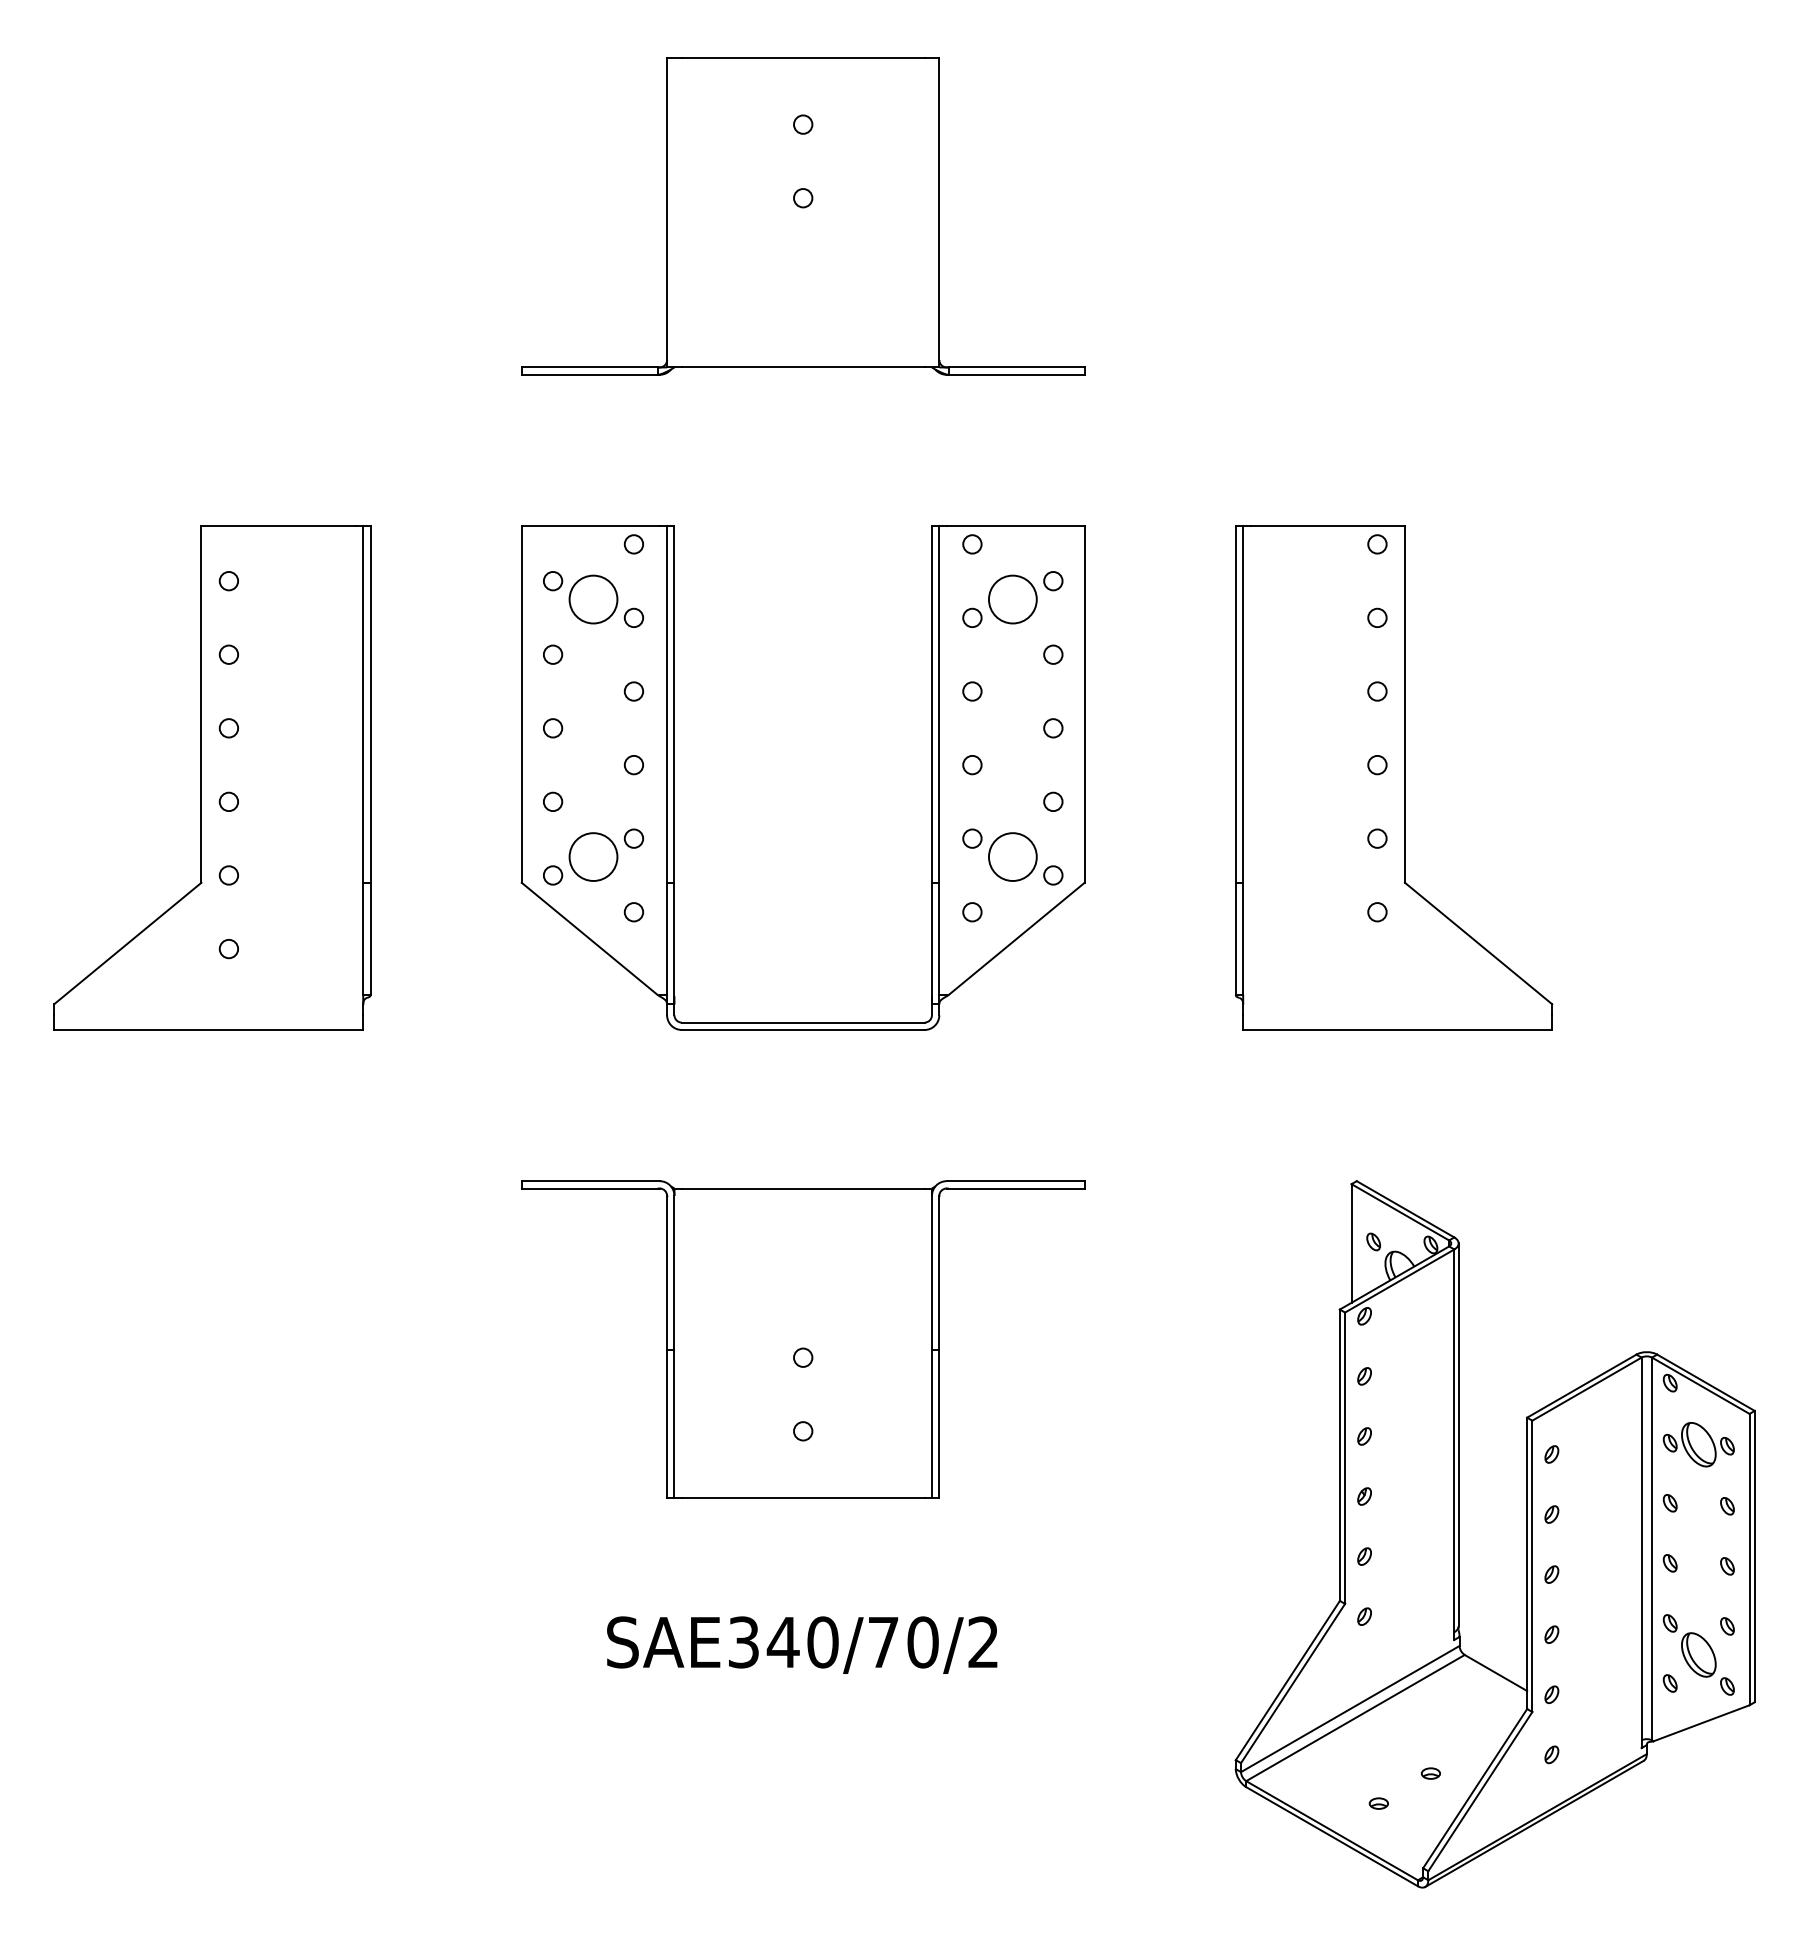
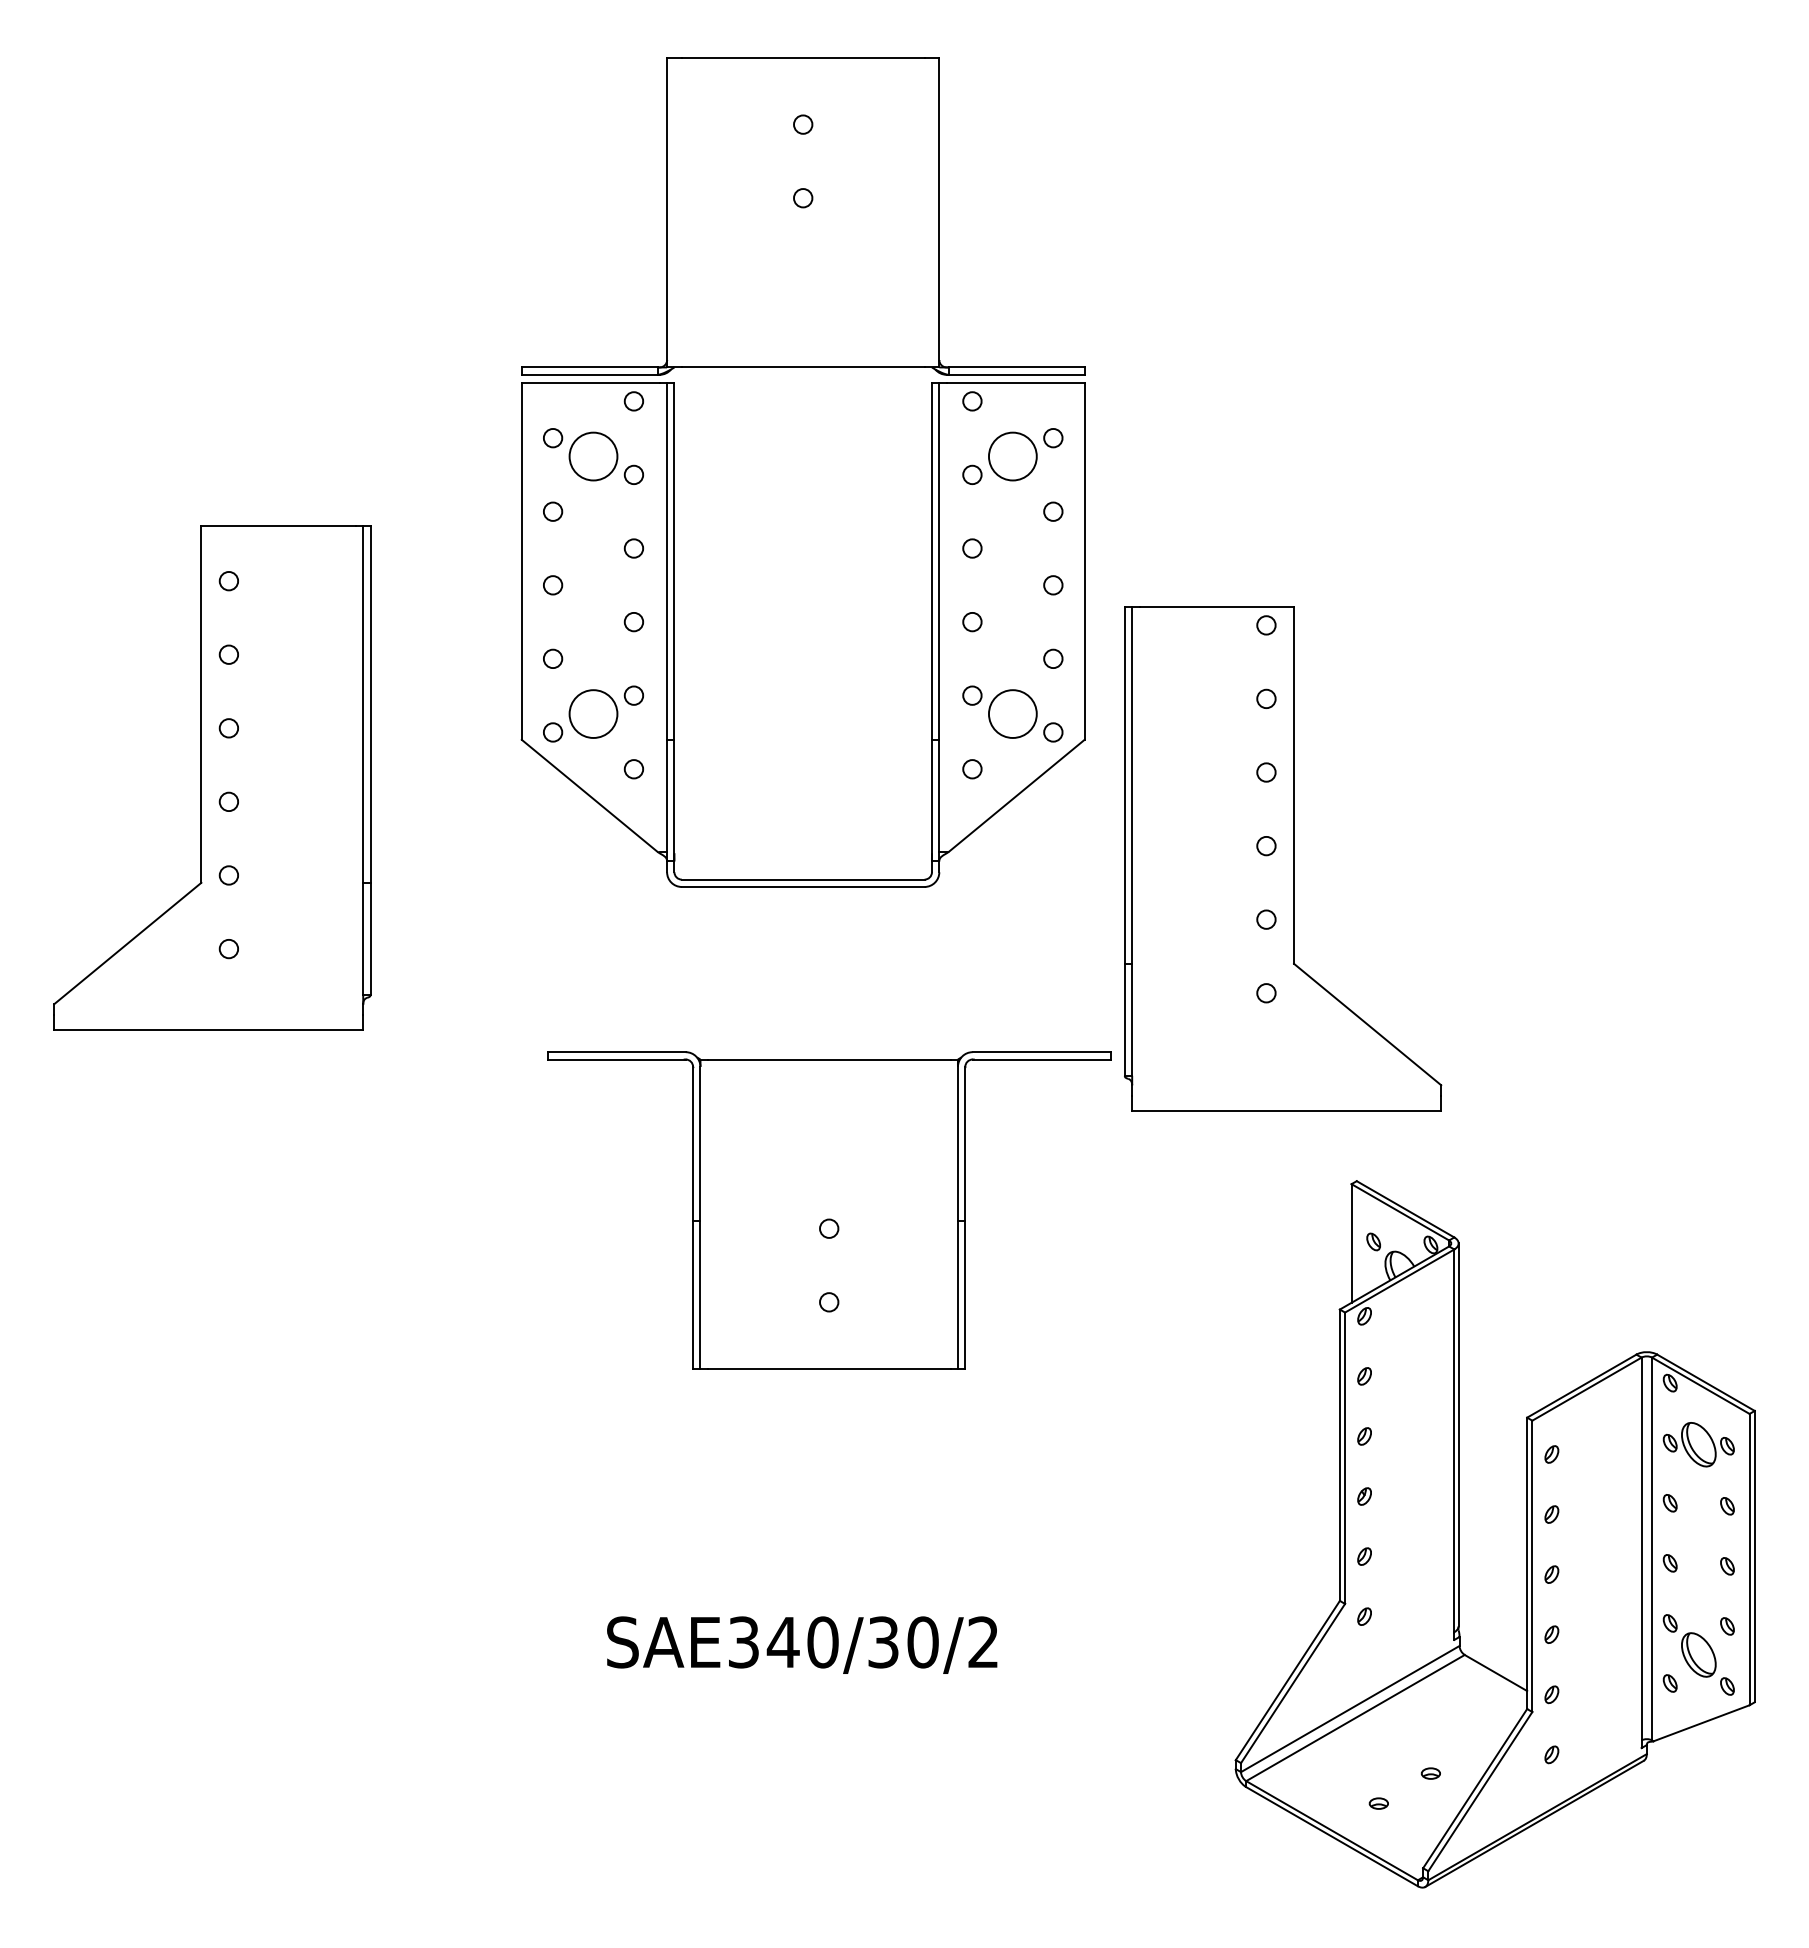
part at (674, 777) position: (674, 777) -> (674, 634)
part at (1394, 777) position: (1394, 777) -> (1283, 858)
part at (803, 1339) position: (803, 1339) -> (829, 1210)
text at (883, 1642): SAE340/70/2 -> SAE340/30/2
